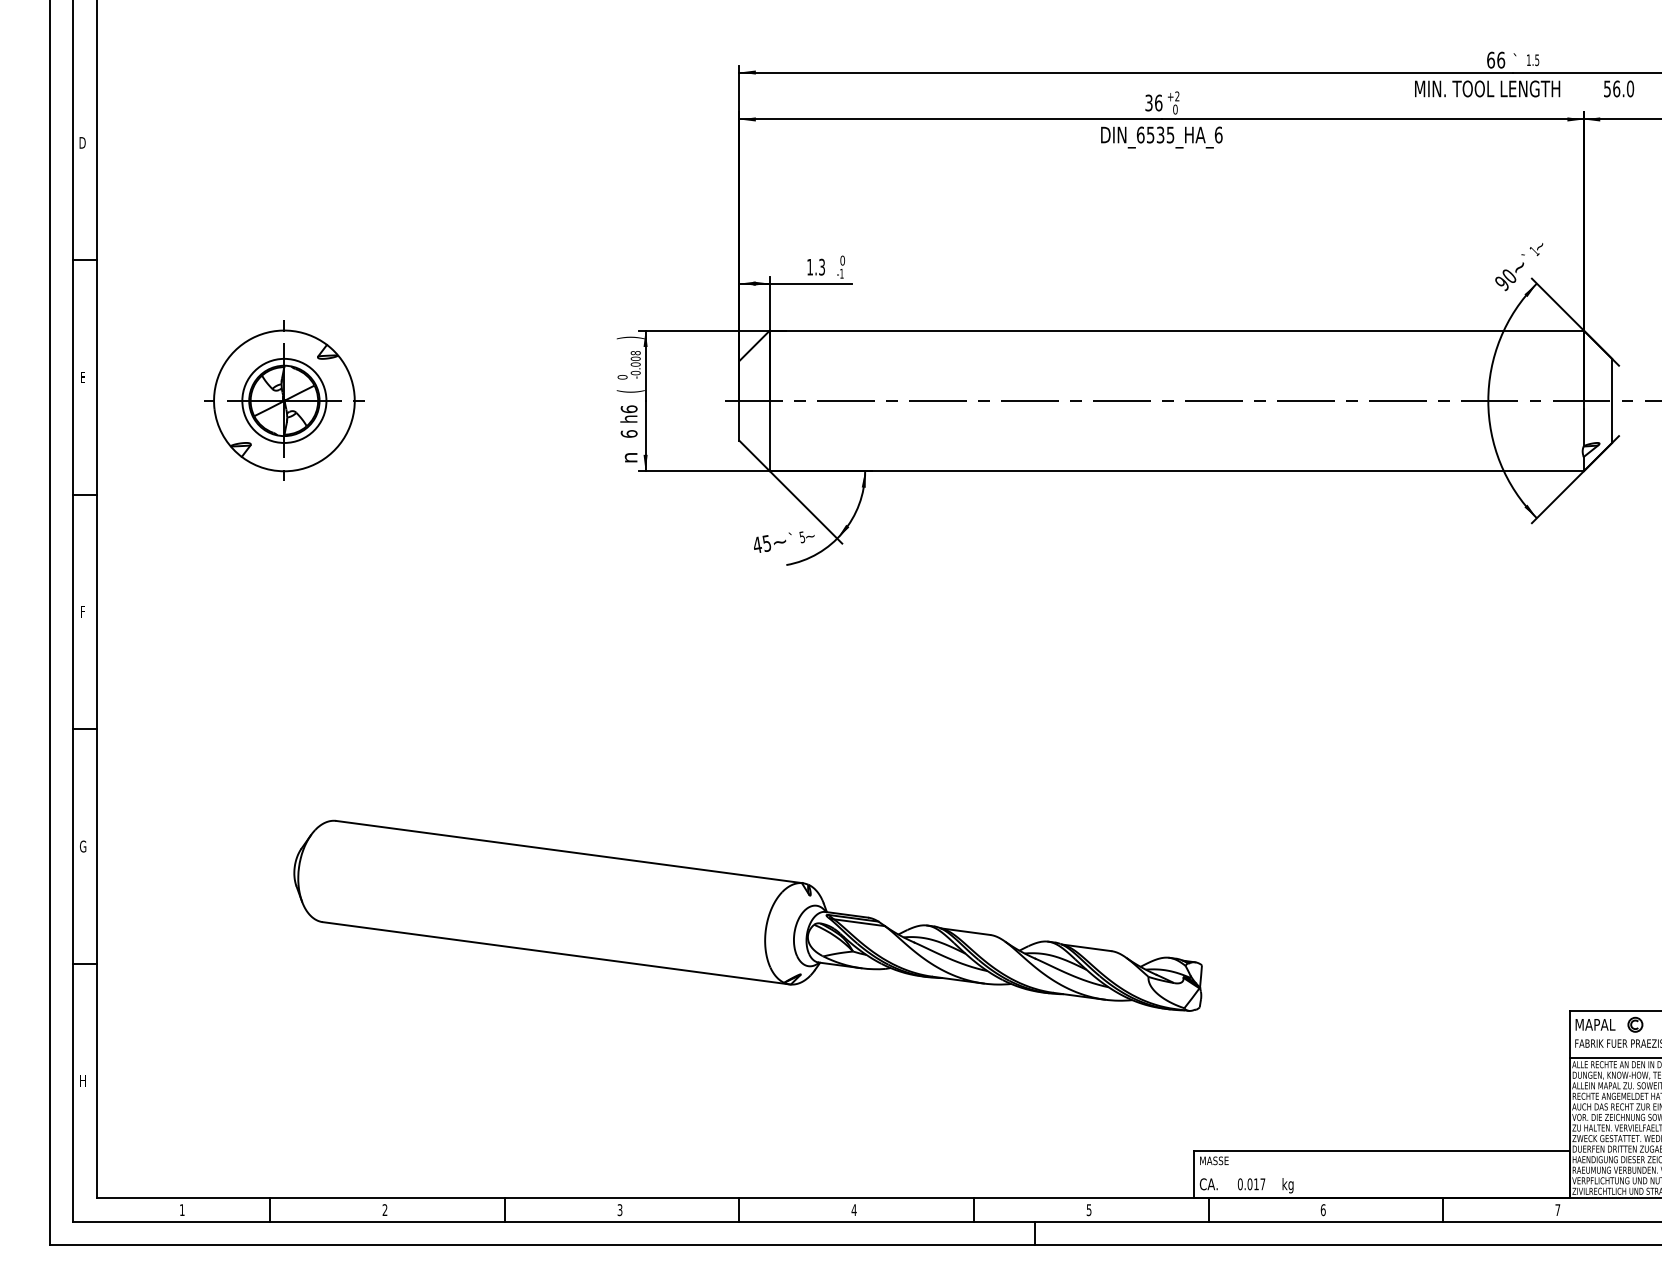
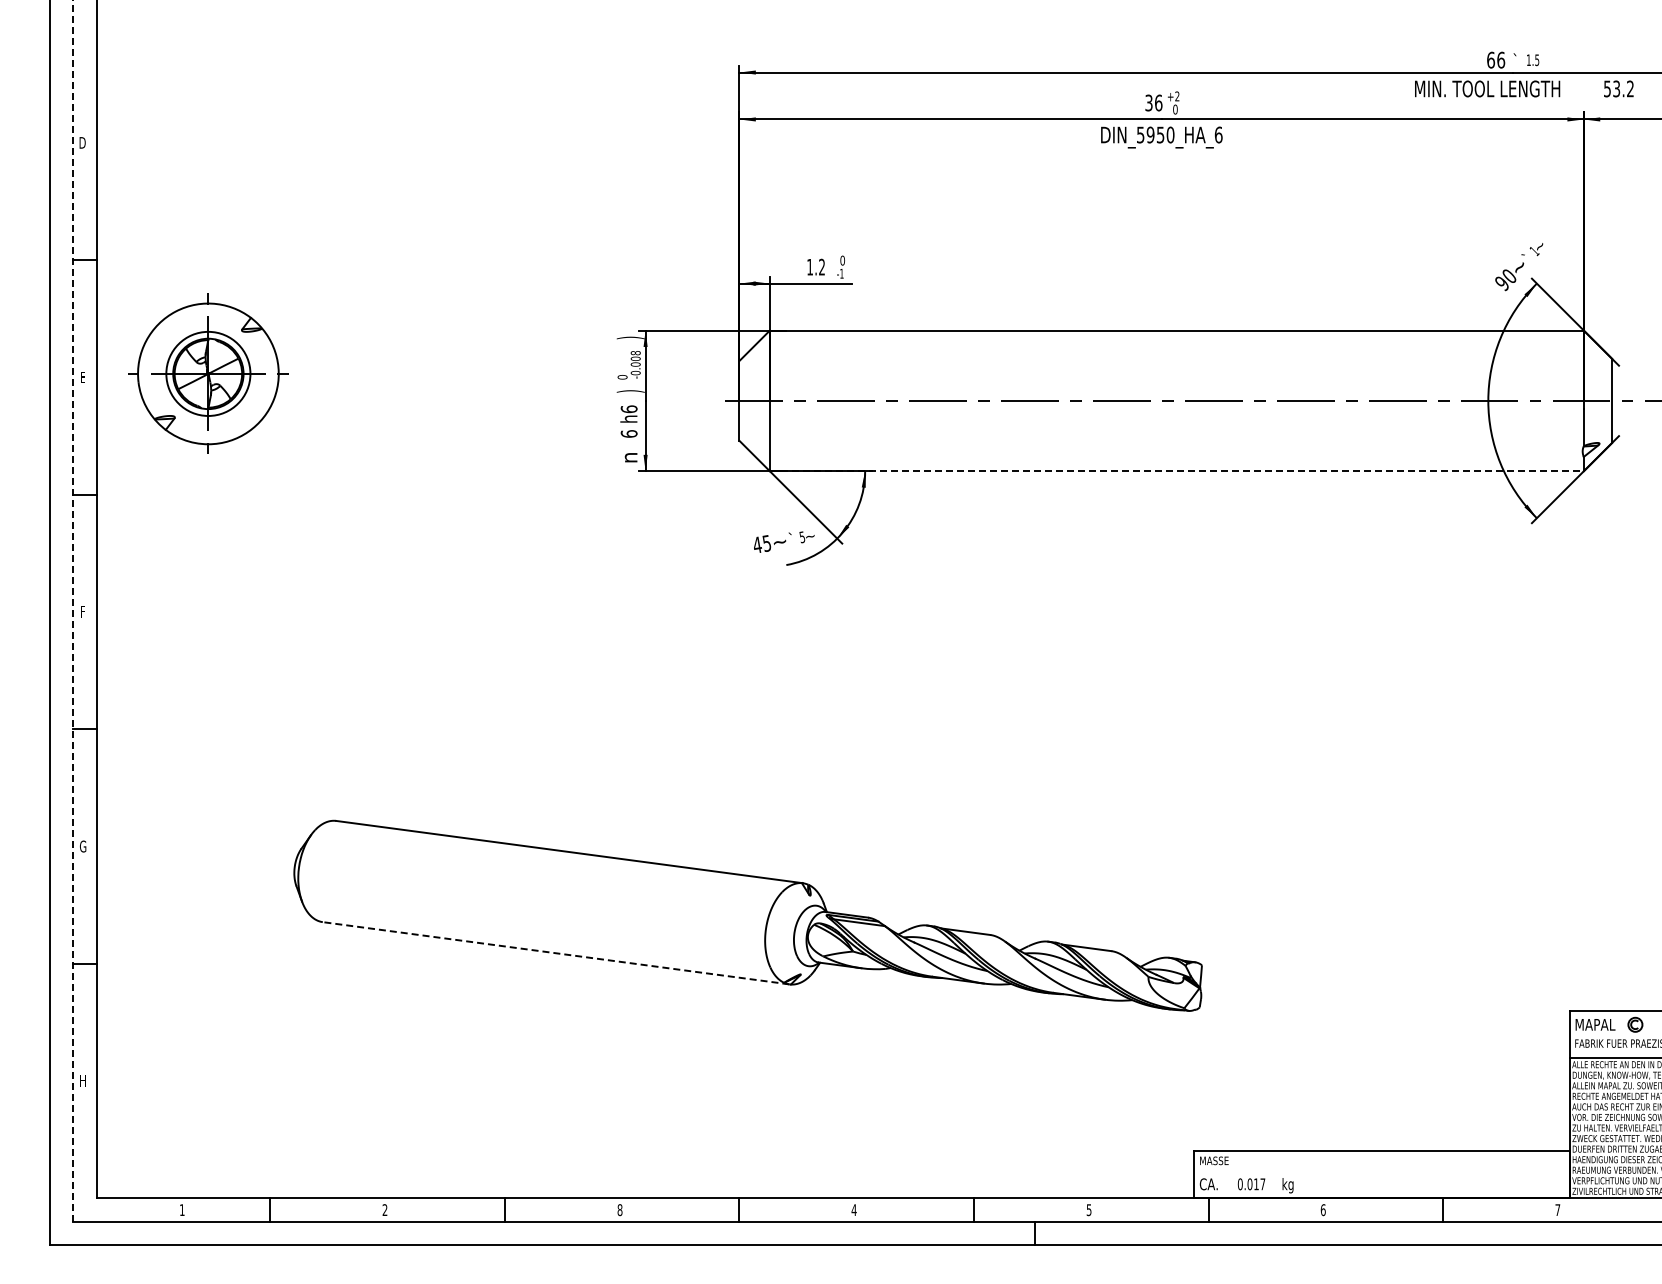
text at (1623, 88): 56.0 -> 53.2
text at (1155, 134): DIN_6535_HA_6 -> DIN_5950_HA_6
text at (821, 267): 1.3 -> 1.2
text at (630, 391): ( -> )
part at (284, 400) position: (284, 400) -> (208, 373)
line at (1176, 471): solid -> dashed
line at (73, 611): solid -> dashed
line at (555, 953): solid -> dashed
text at (619, 1209): 3 -> 8
